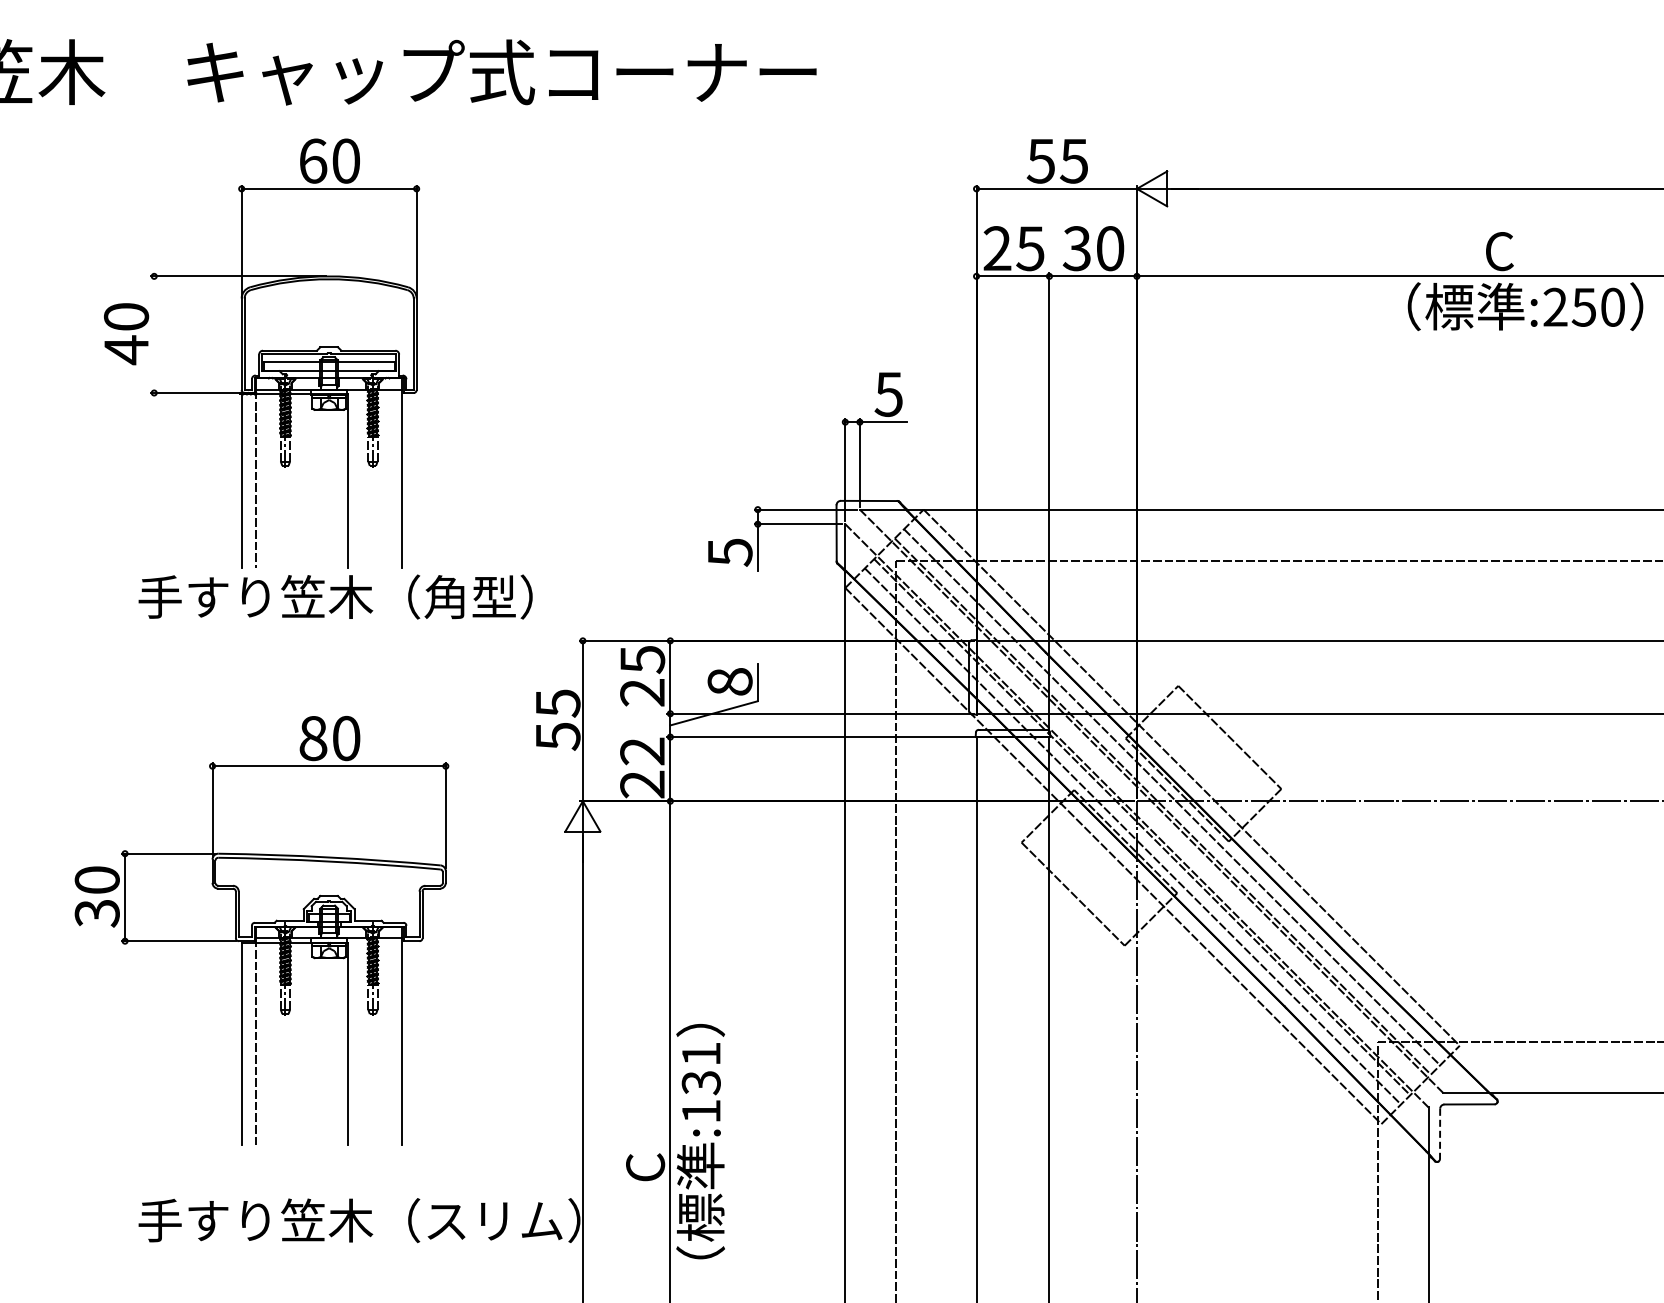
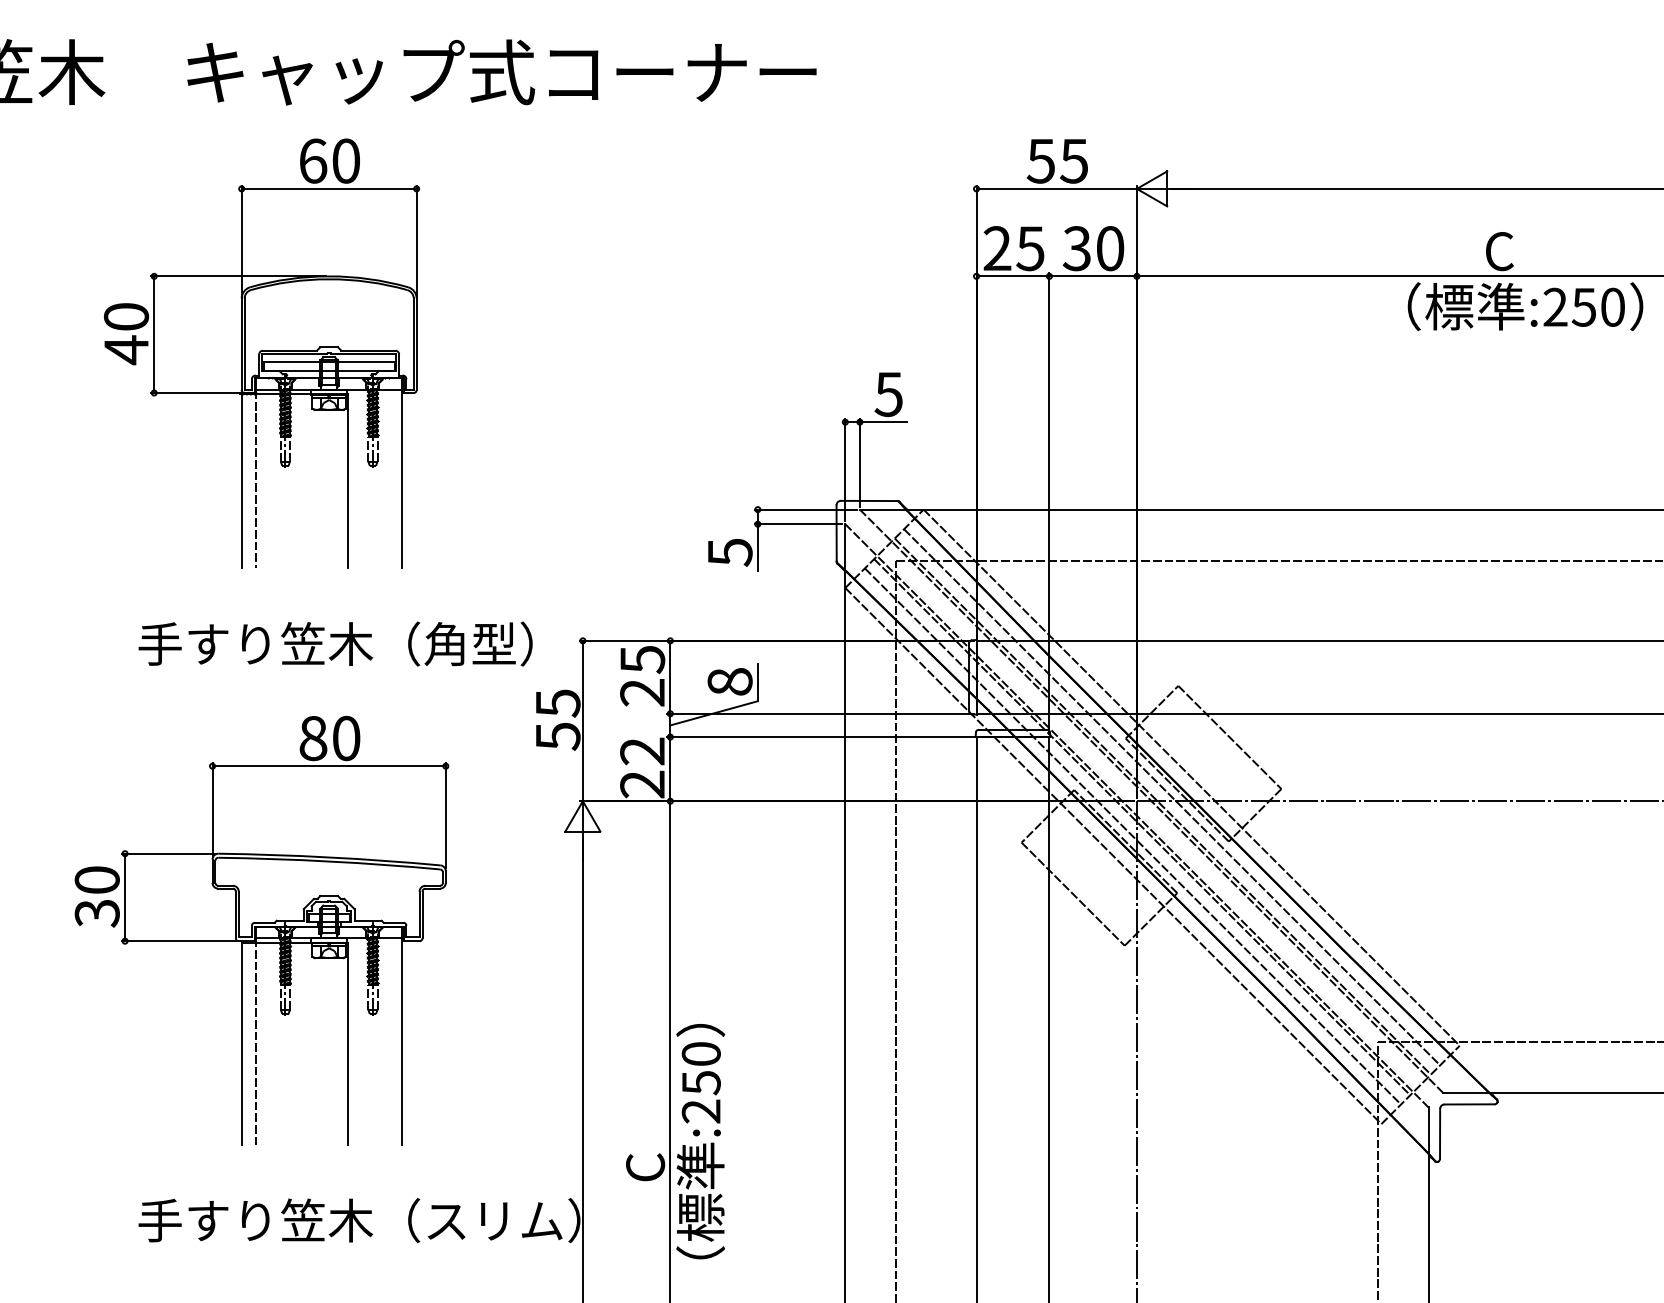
line at (154, 334): none -> present
text at (335, 596) position: (335, 596) -> (335, 643)
text at (700, 1082): :131 -> :250
line at (1440, 1134): dashed -> solid
